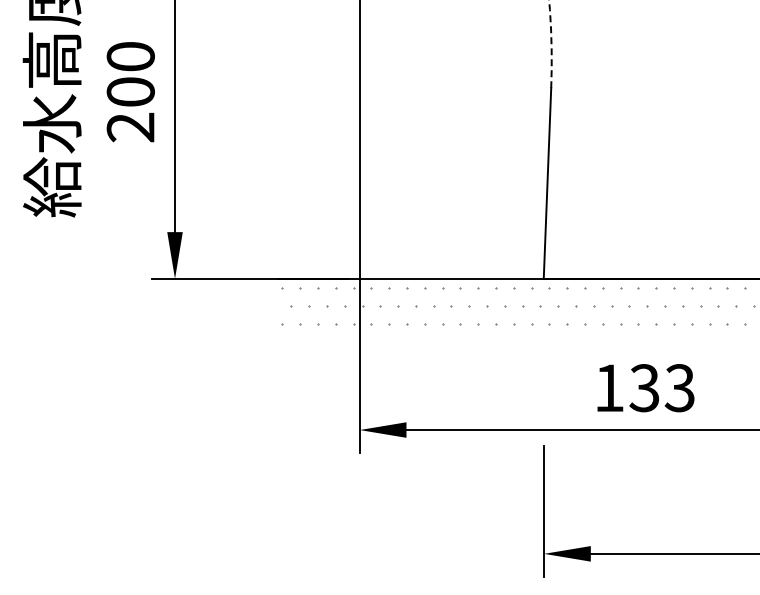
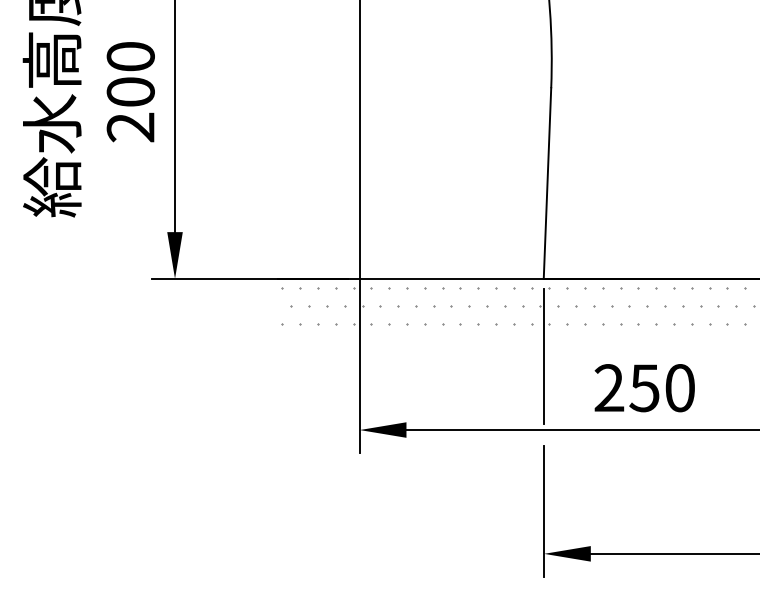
arc at (551, 43): dashed -> solid
line at (544, 356): none -> present
text at (644, 388): 133 -> 250
